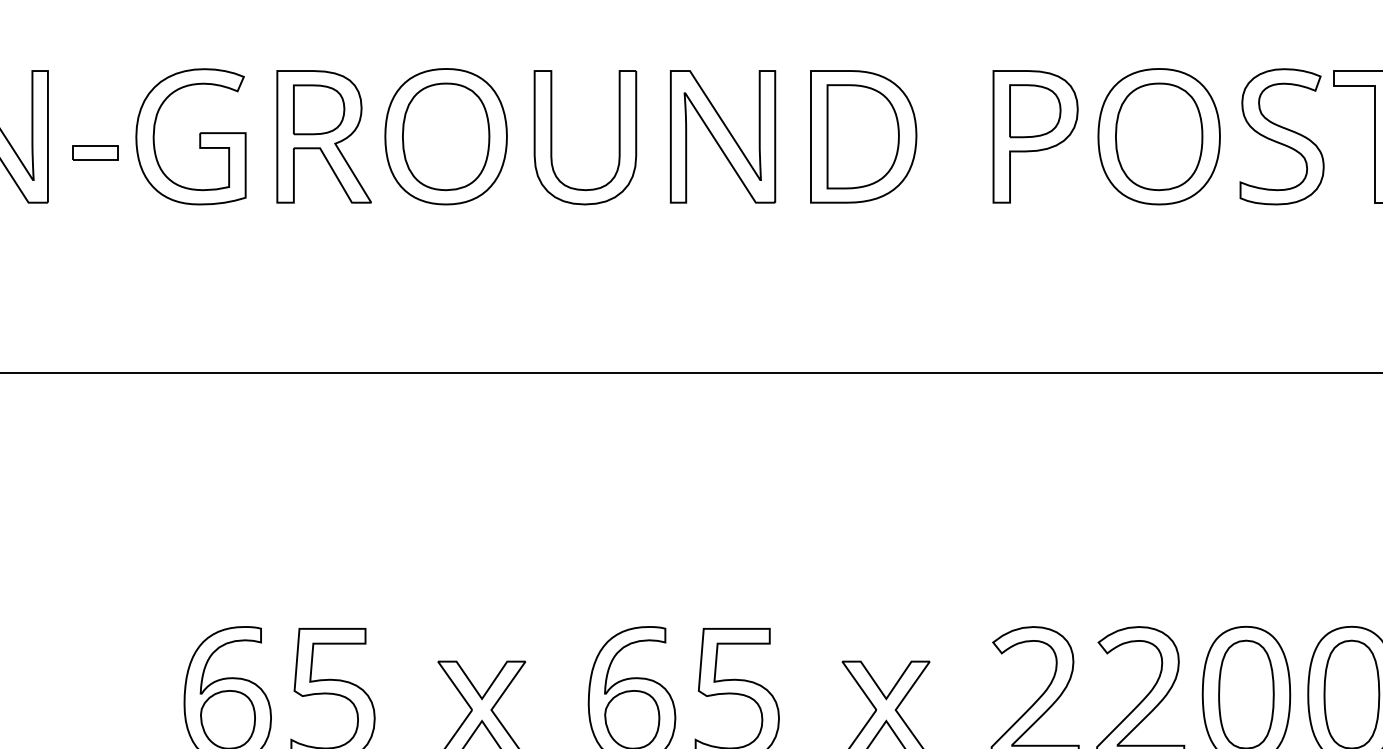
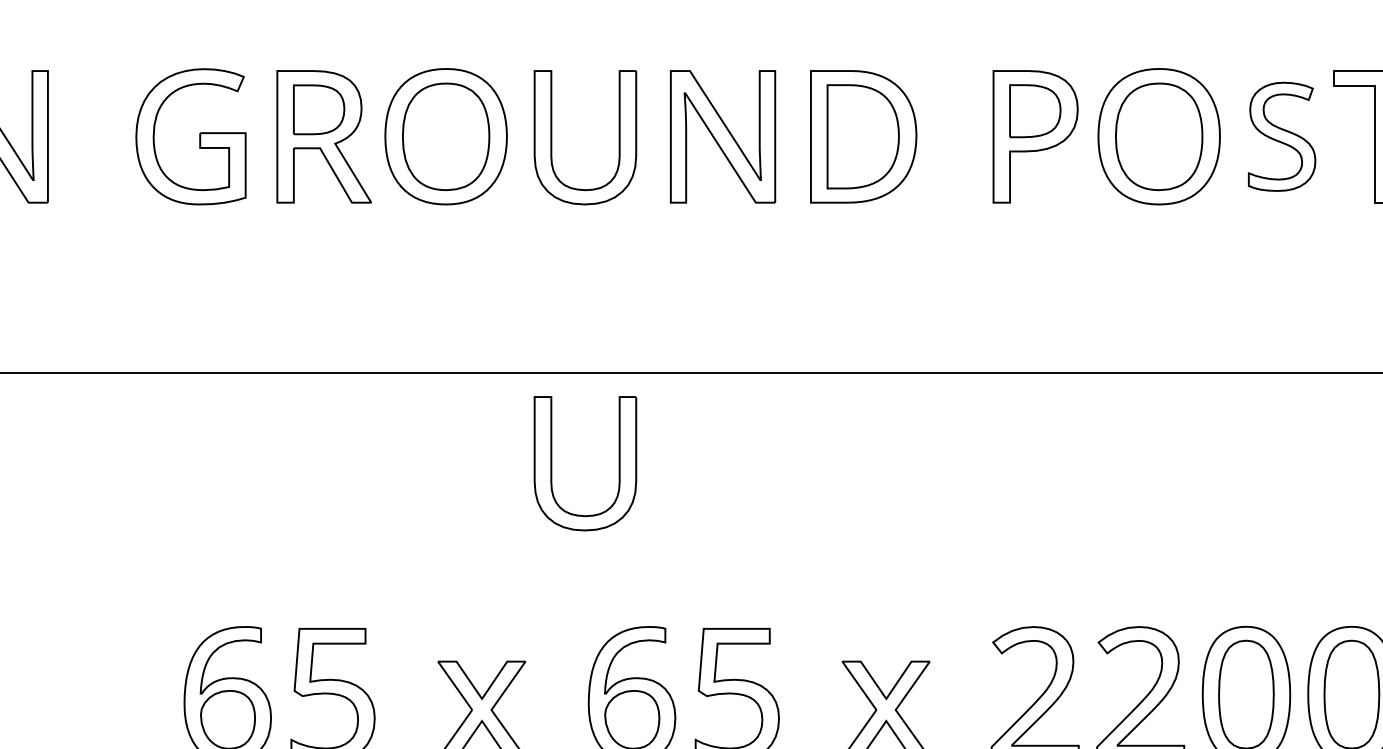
part at (1281, 136) size: 86x138 px -> 69x111 px
part at (95, 152): present -> none
part at (552, 463): none -> present
